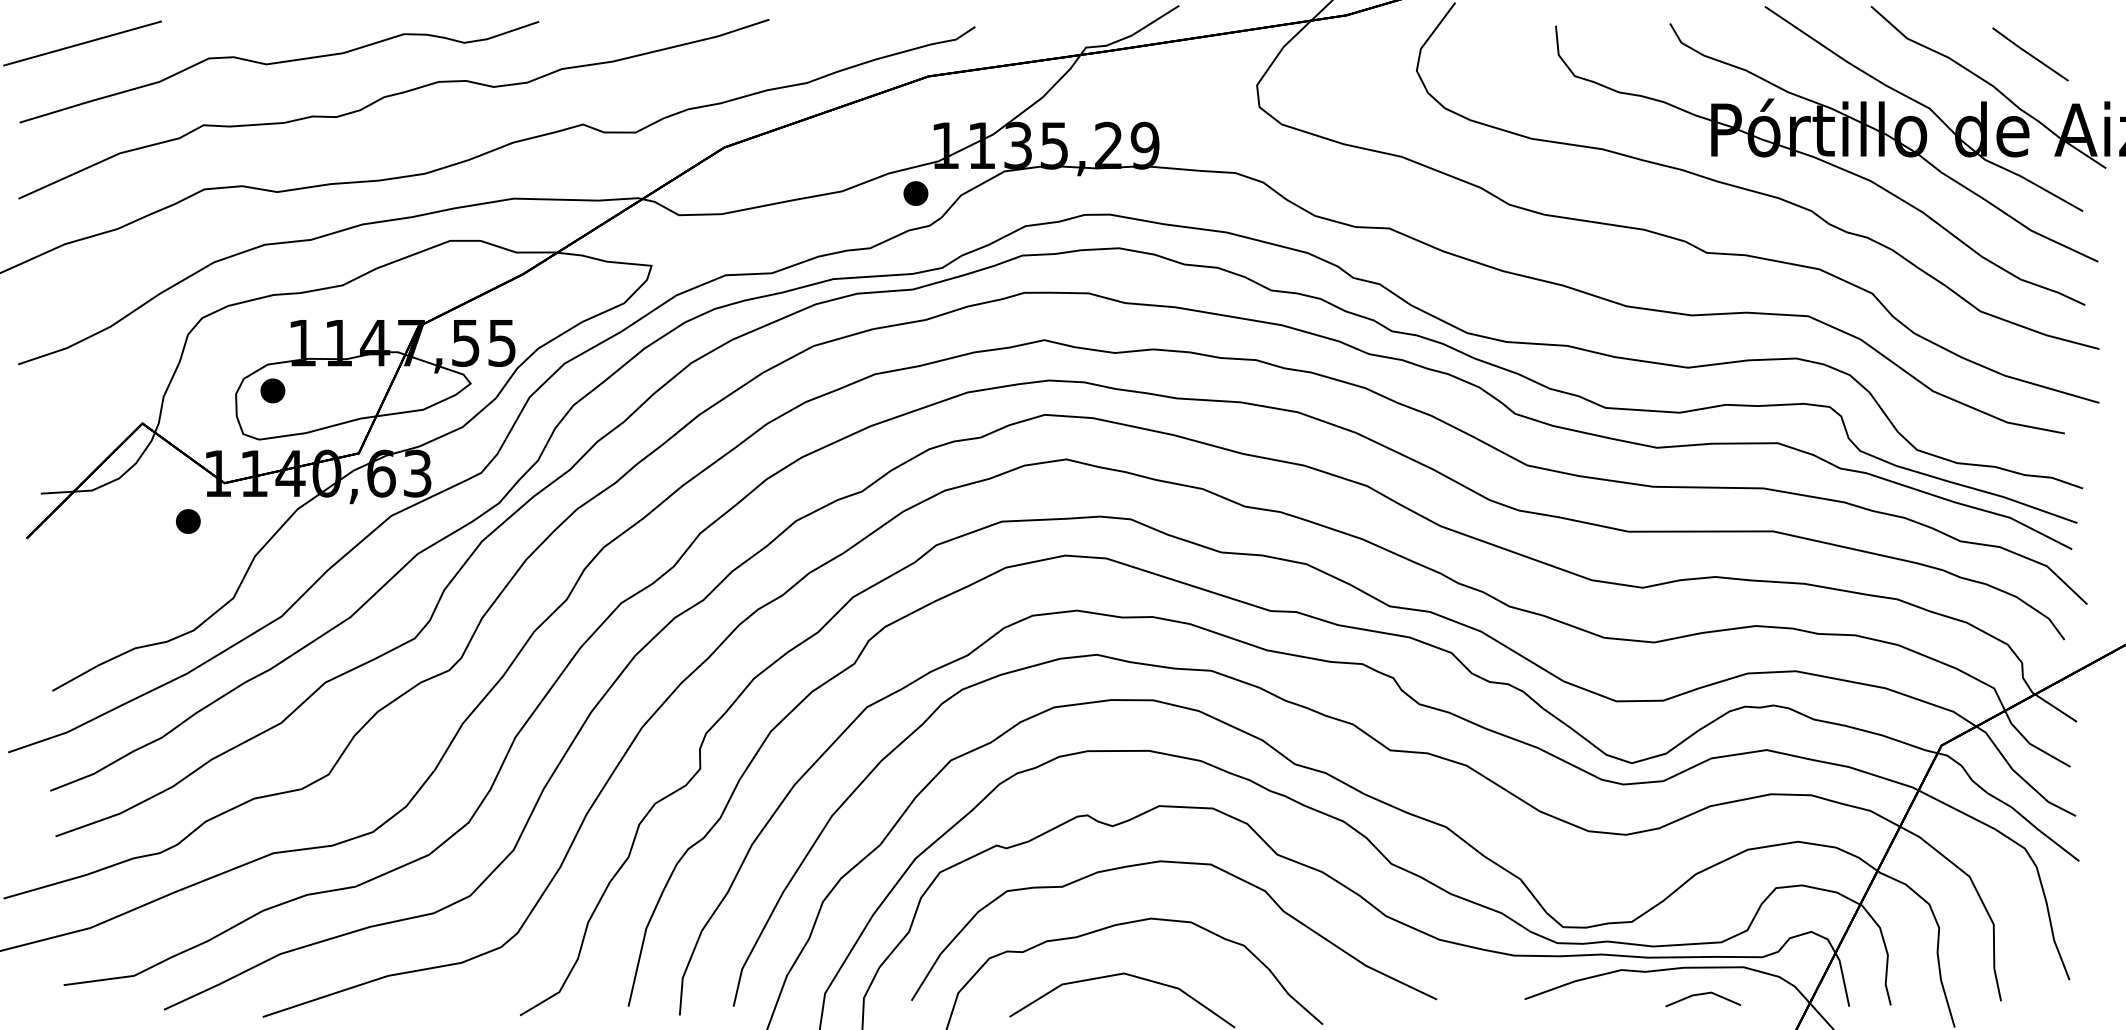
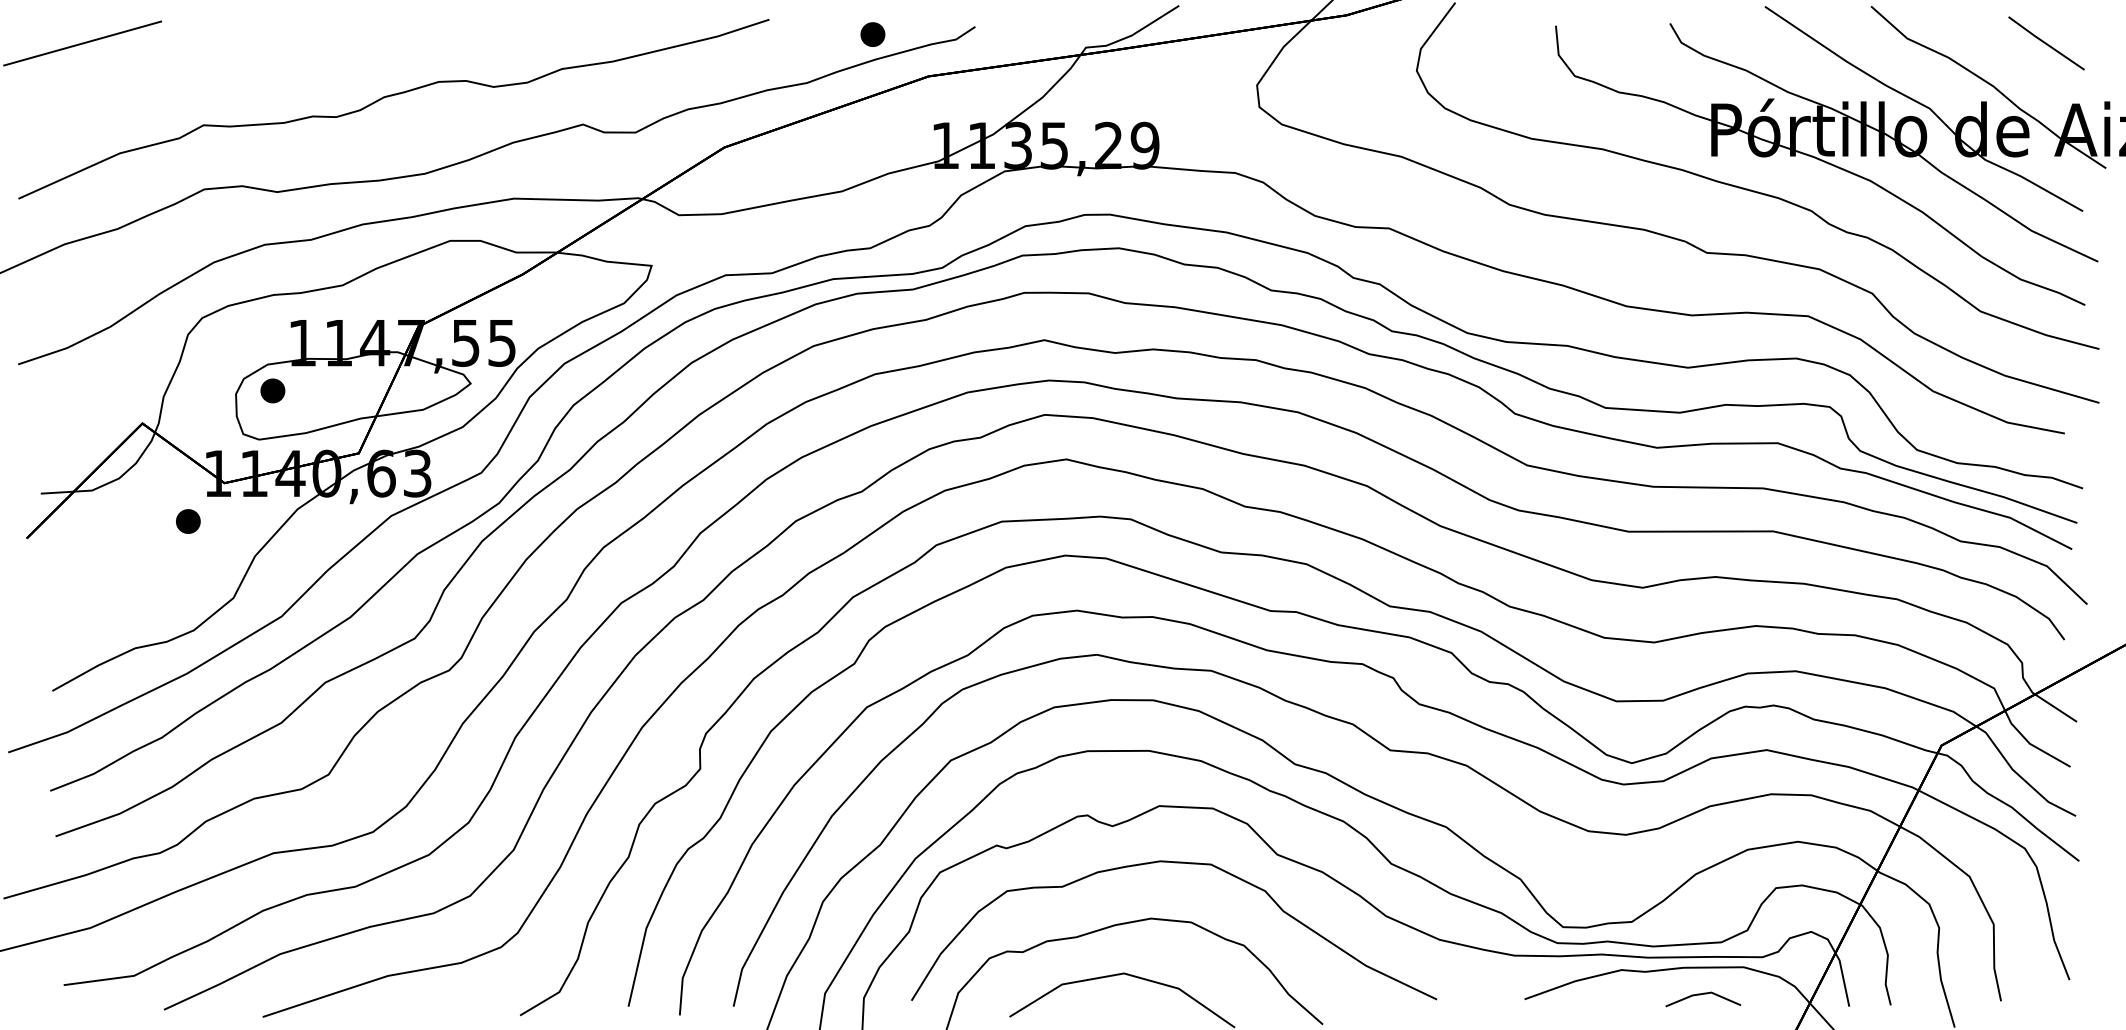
line at (2030, 54) position: (2030, 54) -> (2046, 43)
curve at (279, 63): present -> none
part at (915, 193) position: (915, 193) -> (872, 34)
